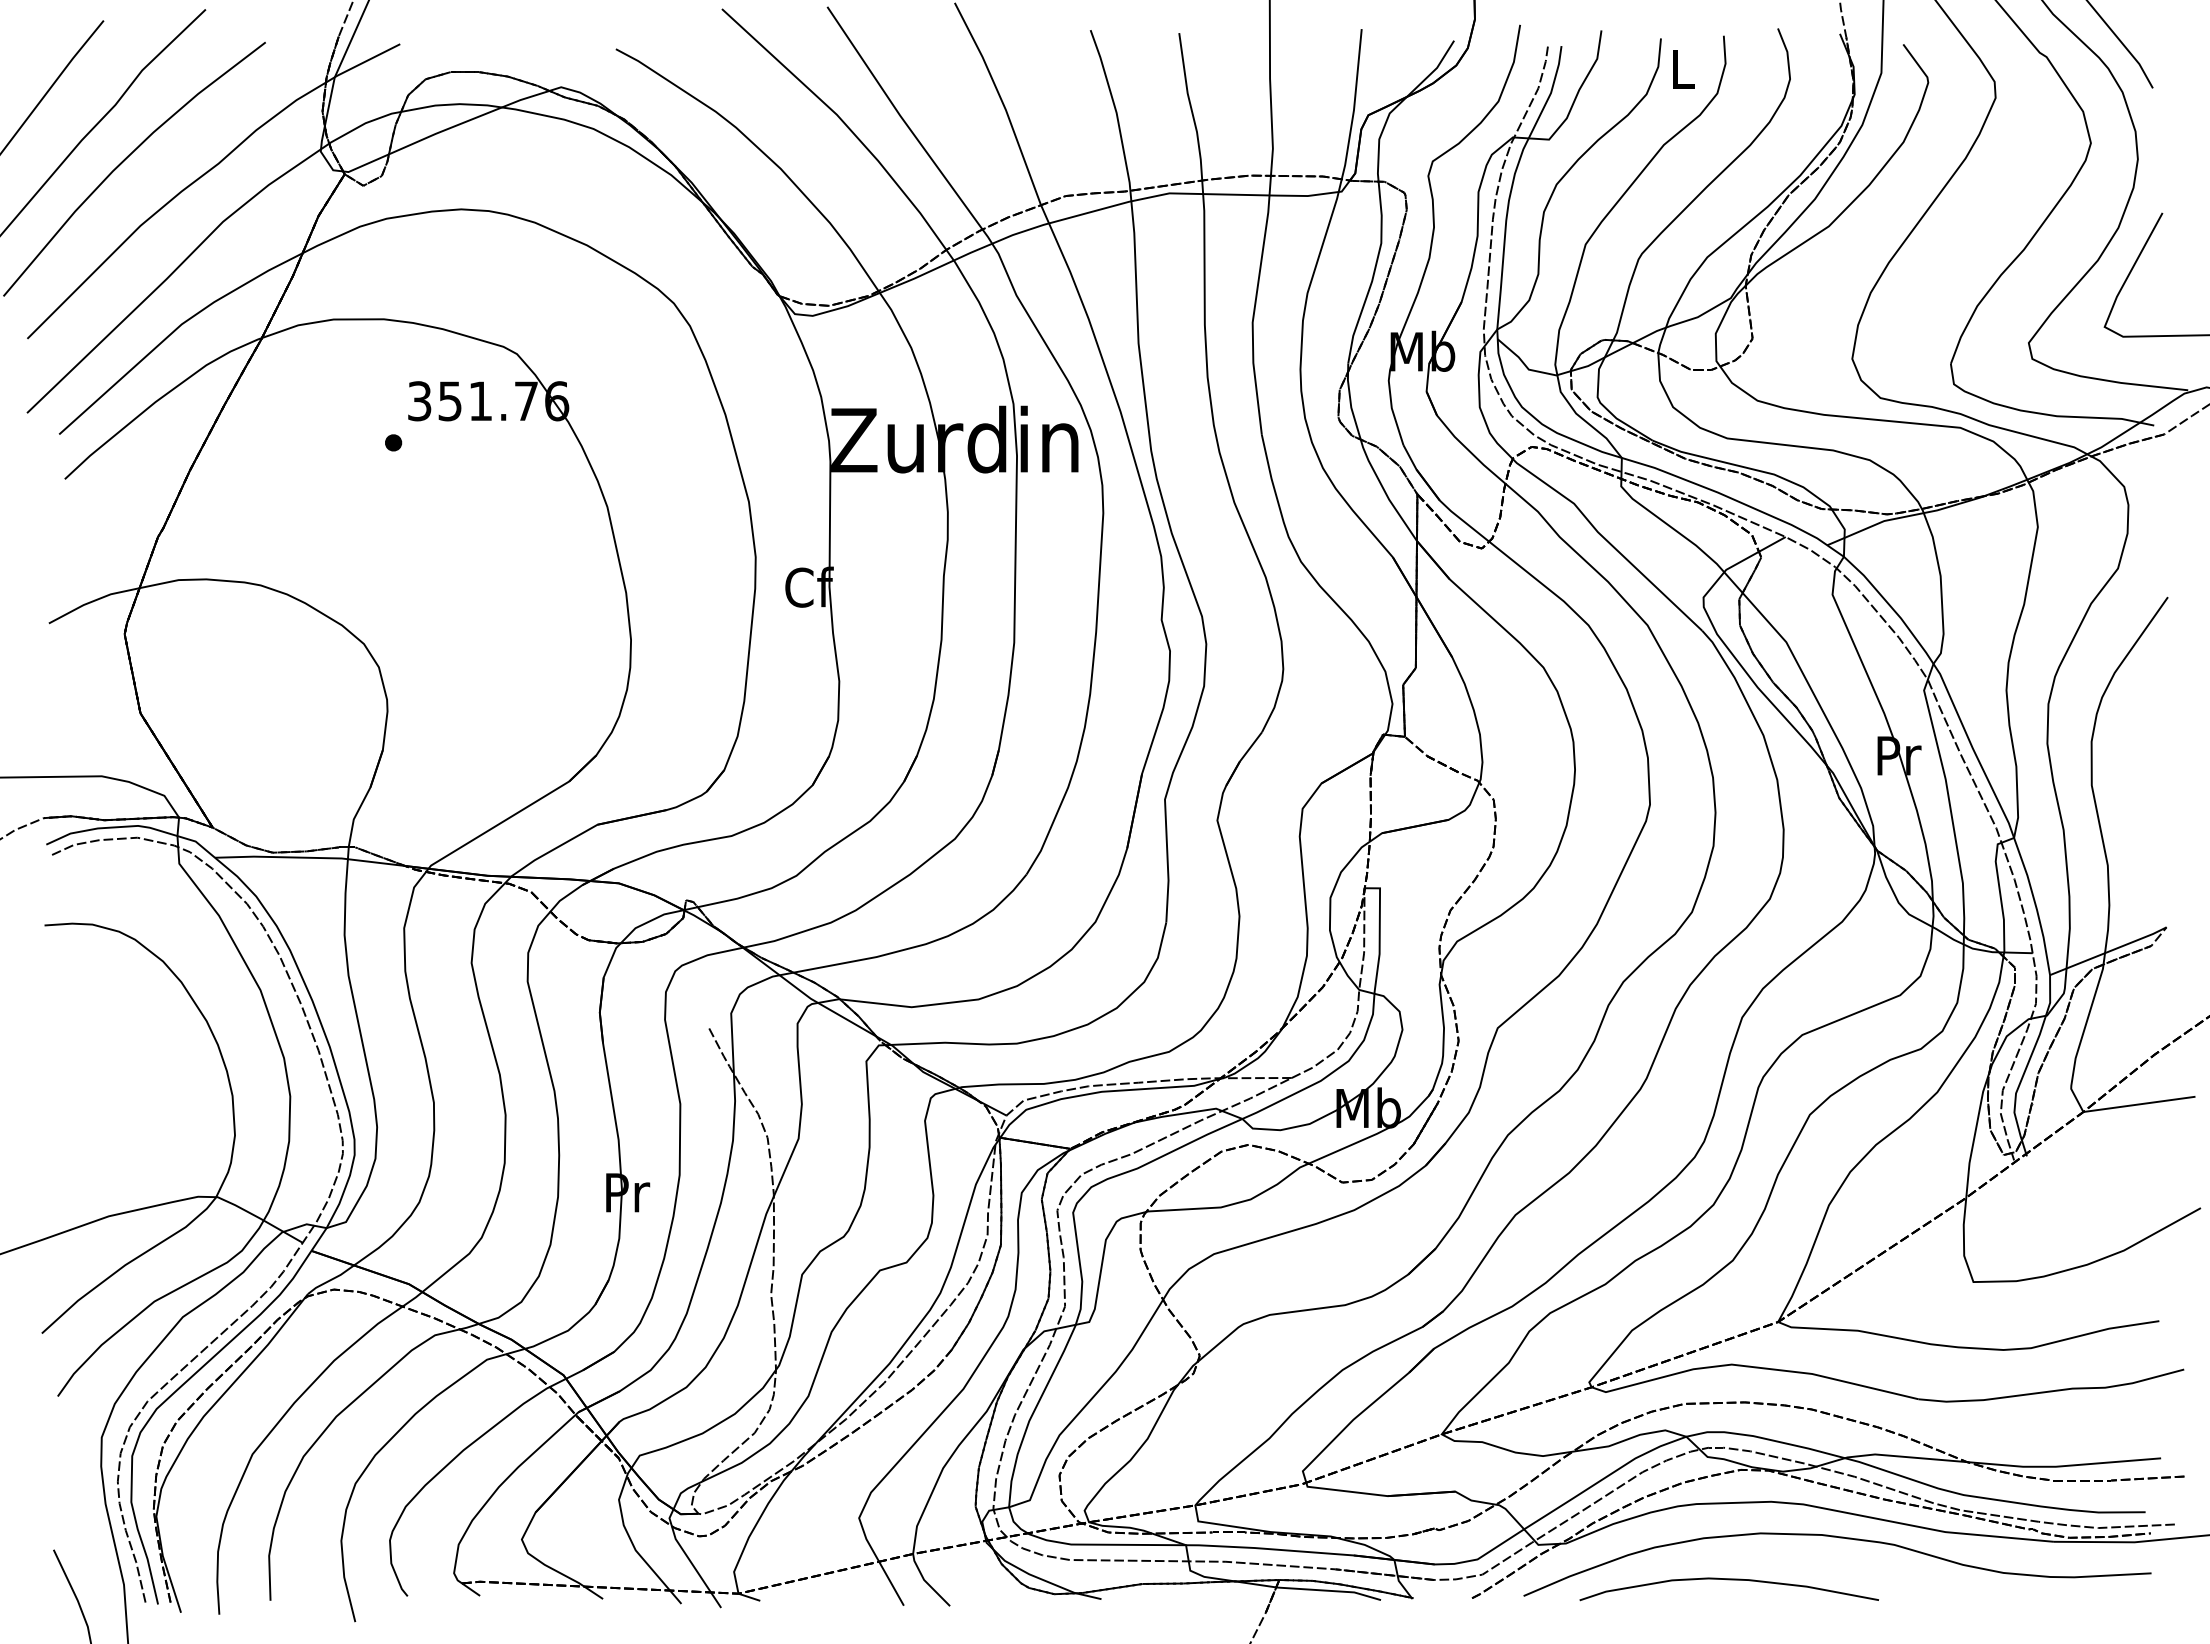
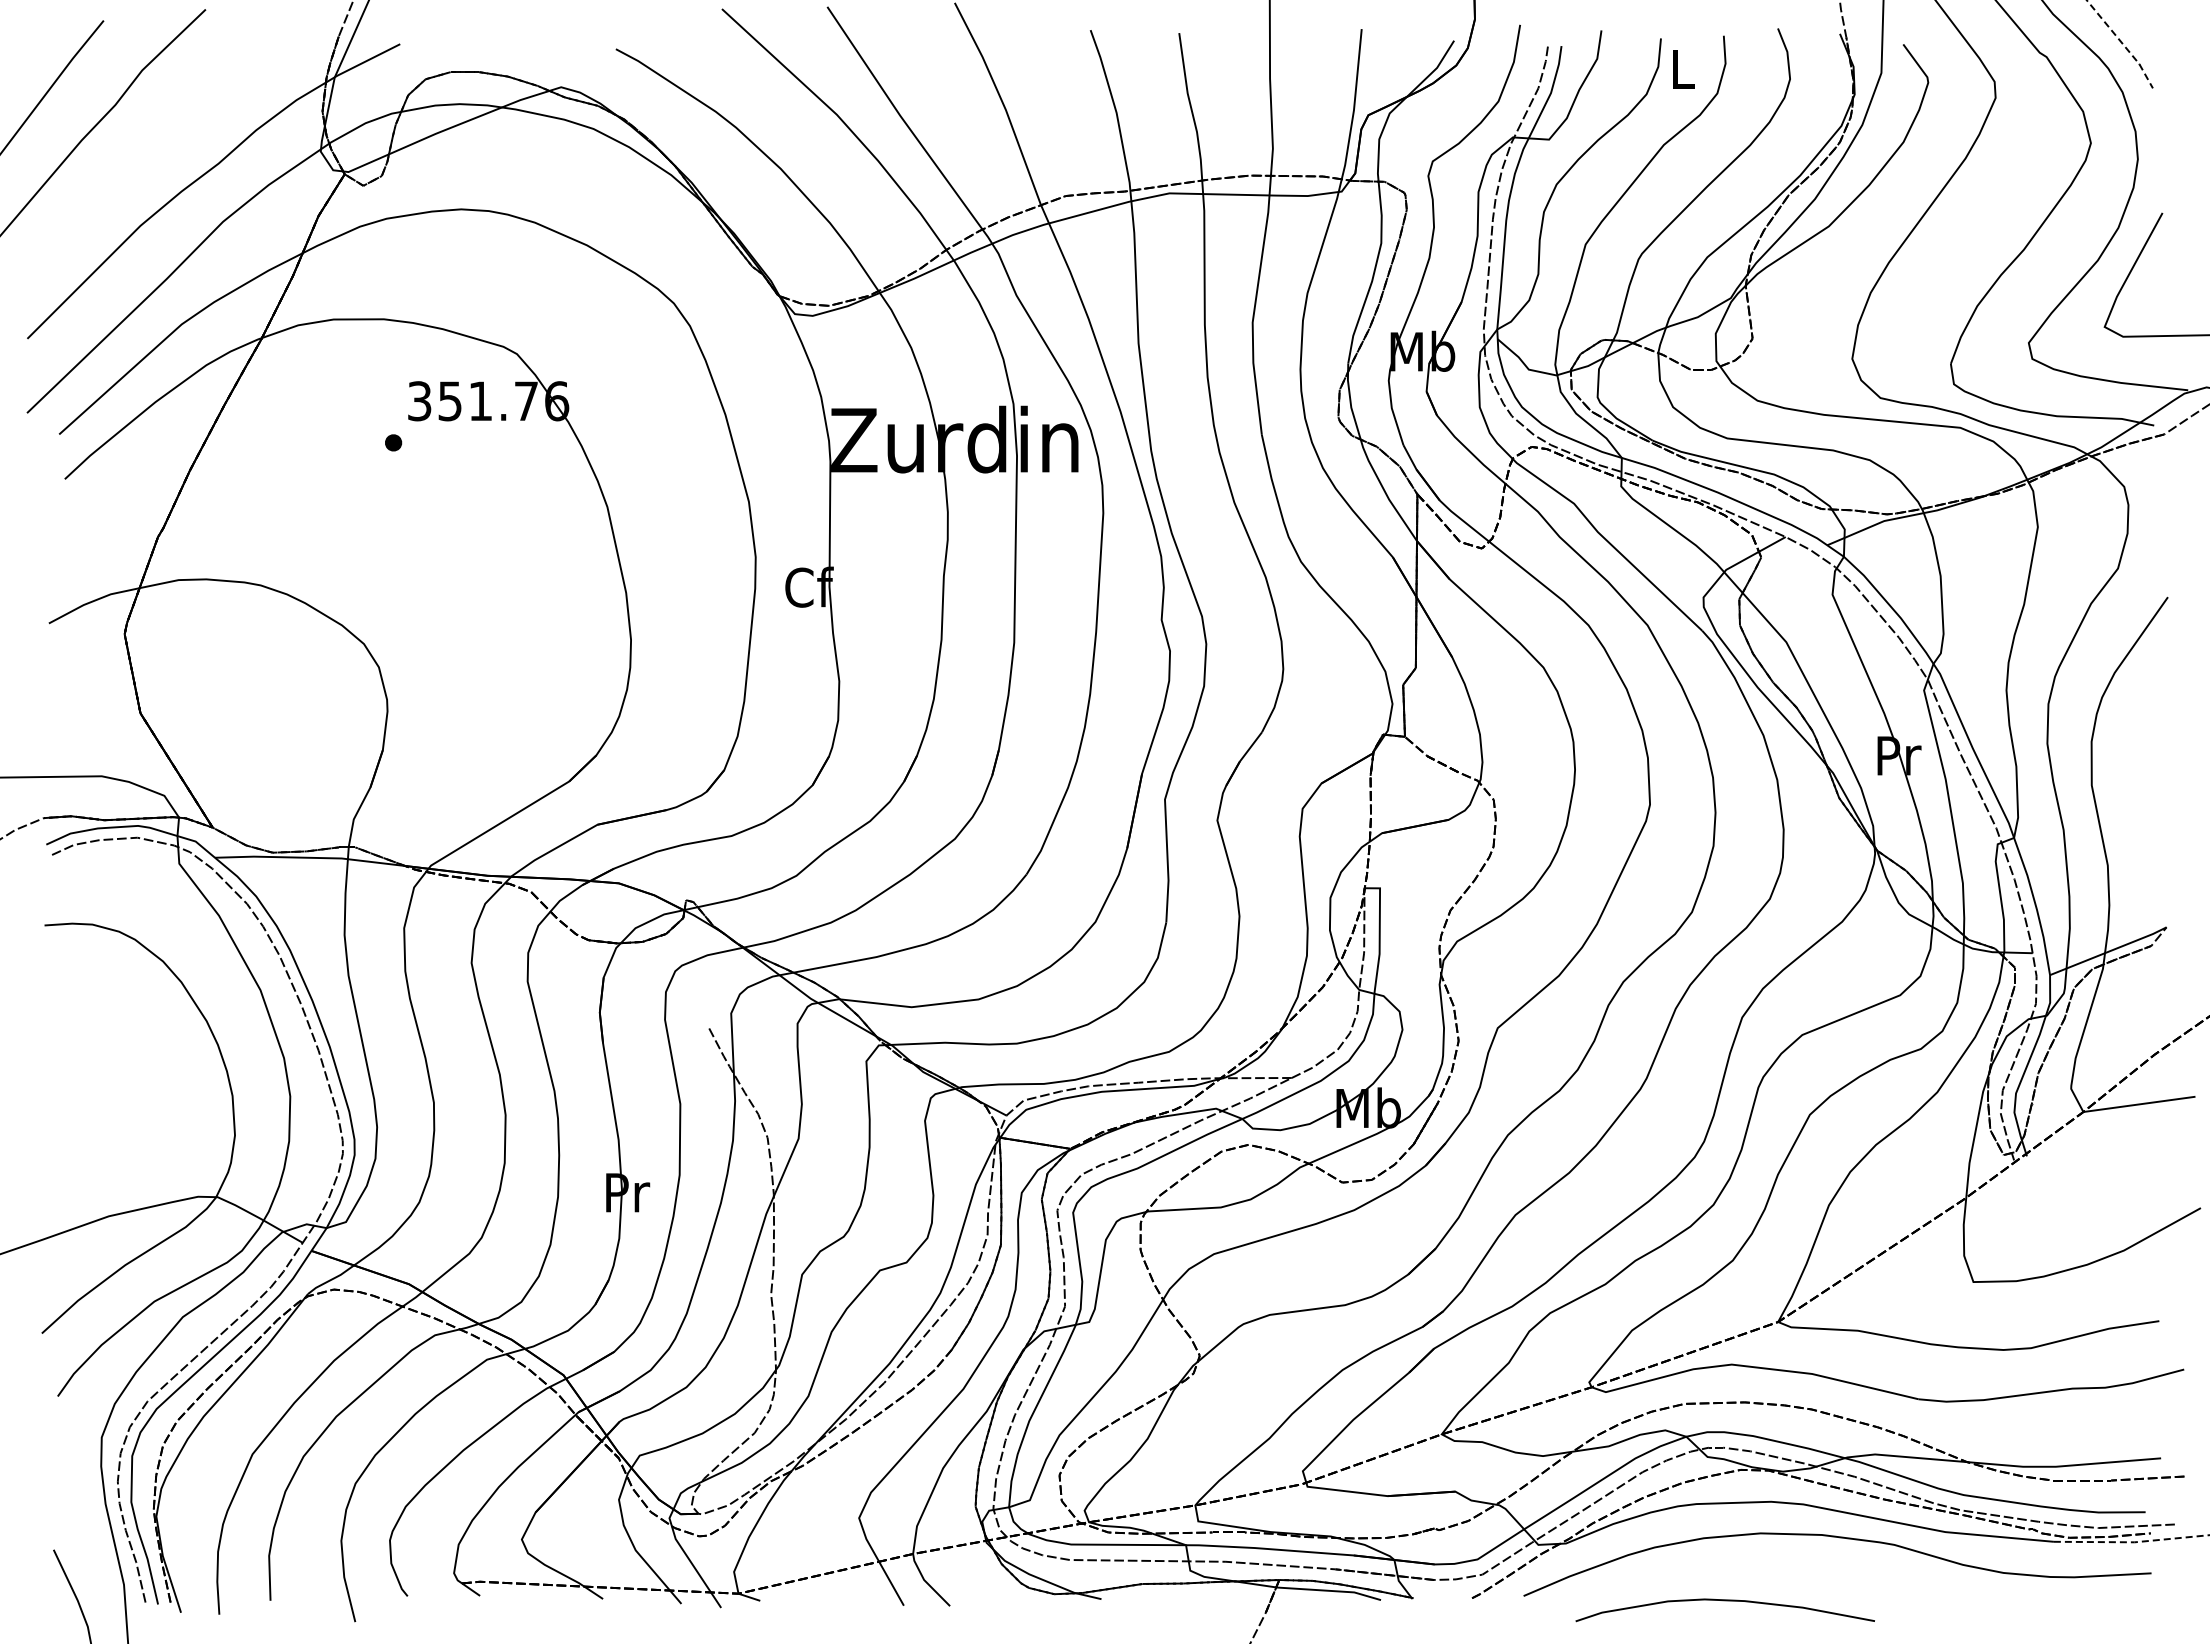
line at (2122, 43): solid -> dashed
curve at (125, 160): present -> none
line at (2132, 1542): solid -> dashed
curve at (1728, 1580) position: (1728, 1580) -> (1724, 1601)
